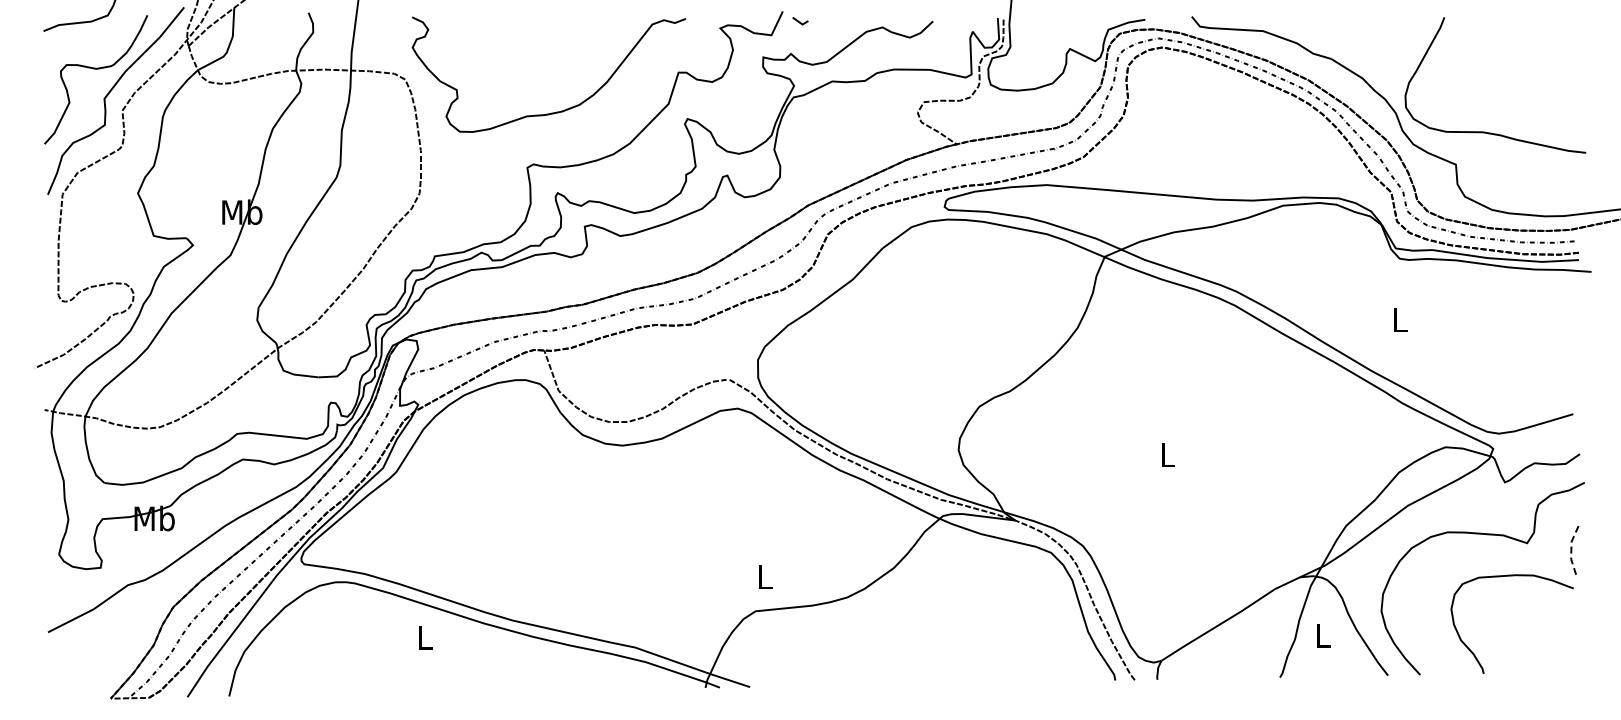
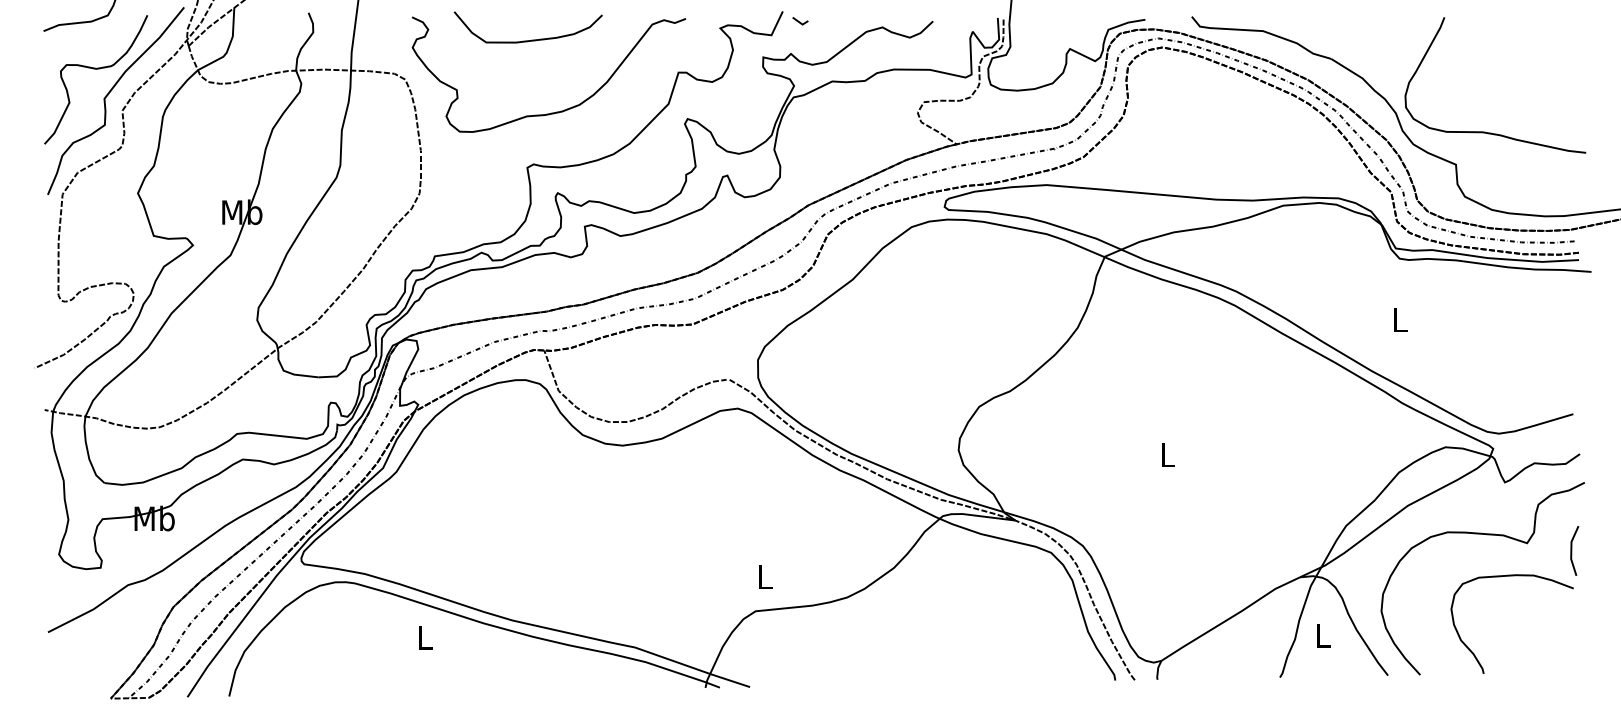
curve at (531, 39): none -> present
line at (1571, 550): dashed -> solid
